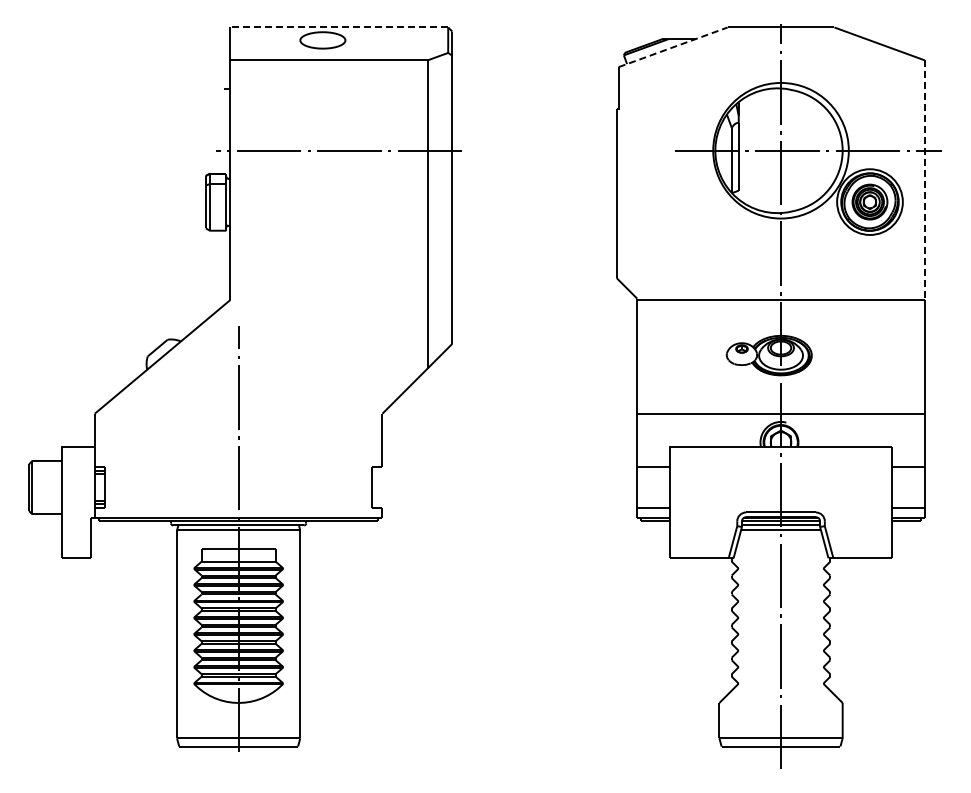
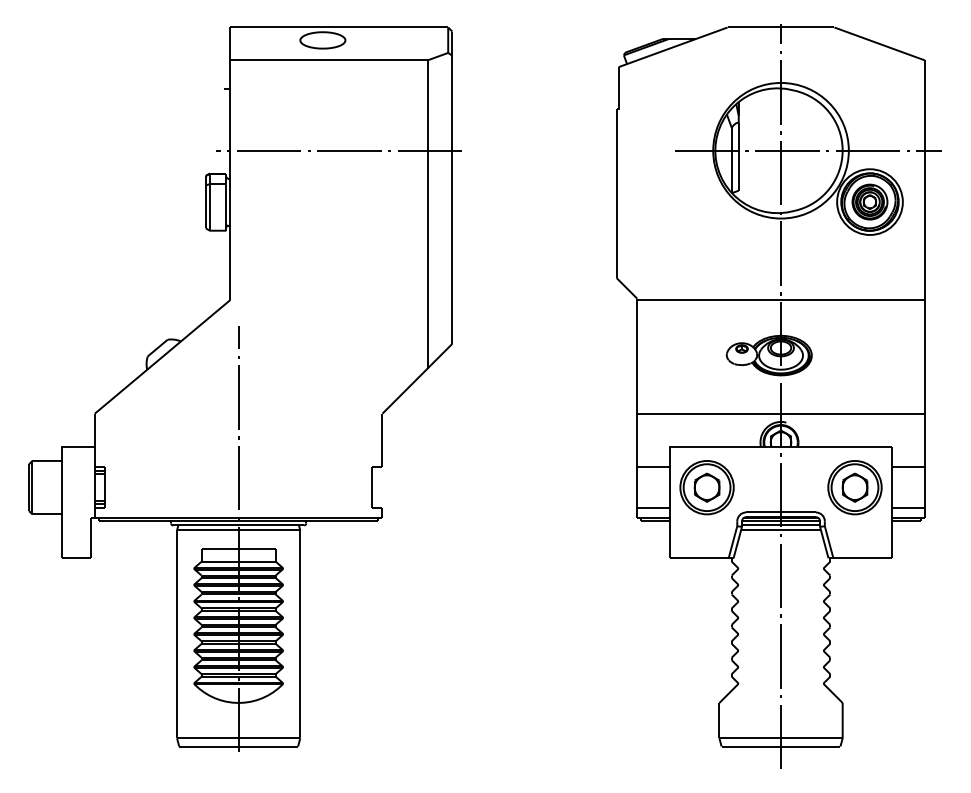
line at (339, 27): dashed -> solid
line at (673, 47): dashed -> solid
line at (924, 180): dashed -> solid
part at (706, 487): none -> present
part at (854, 487): none -> present
